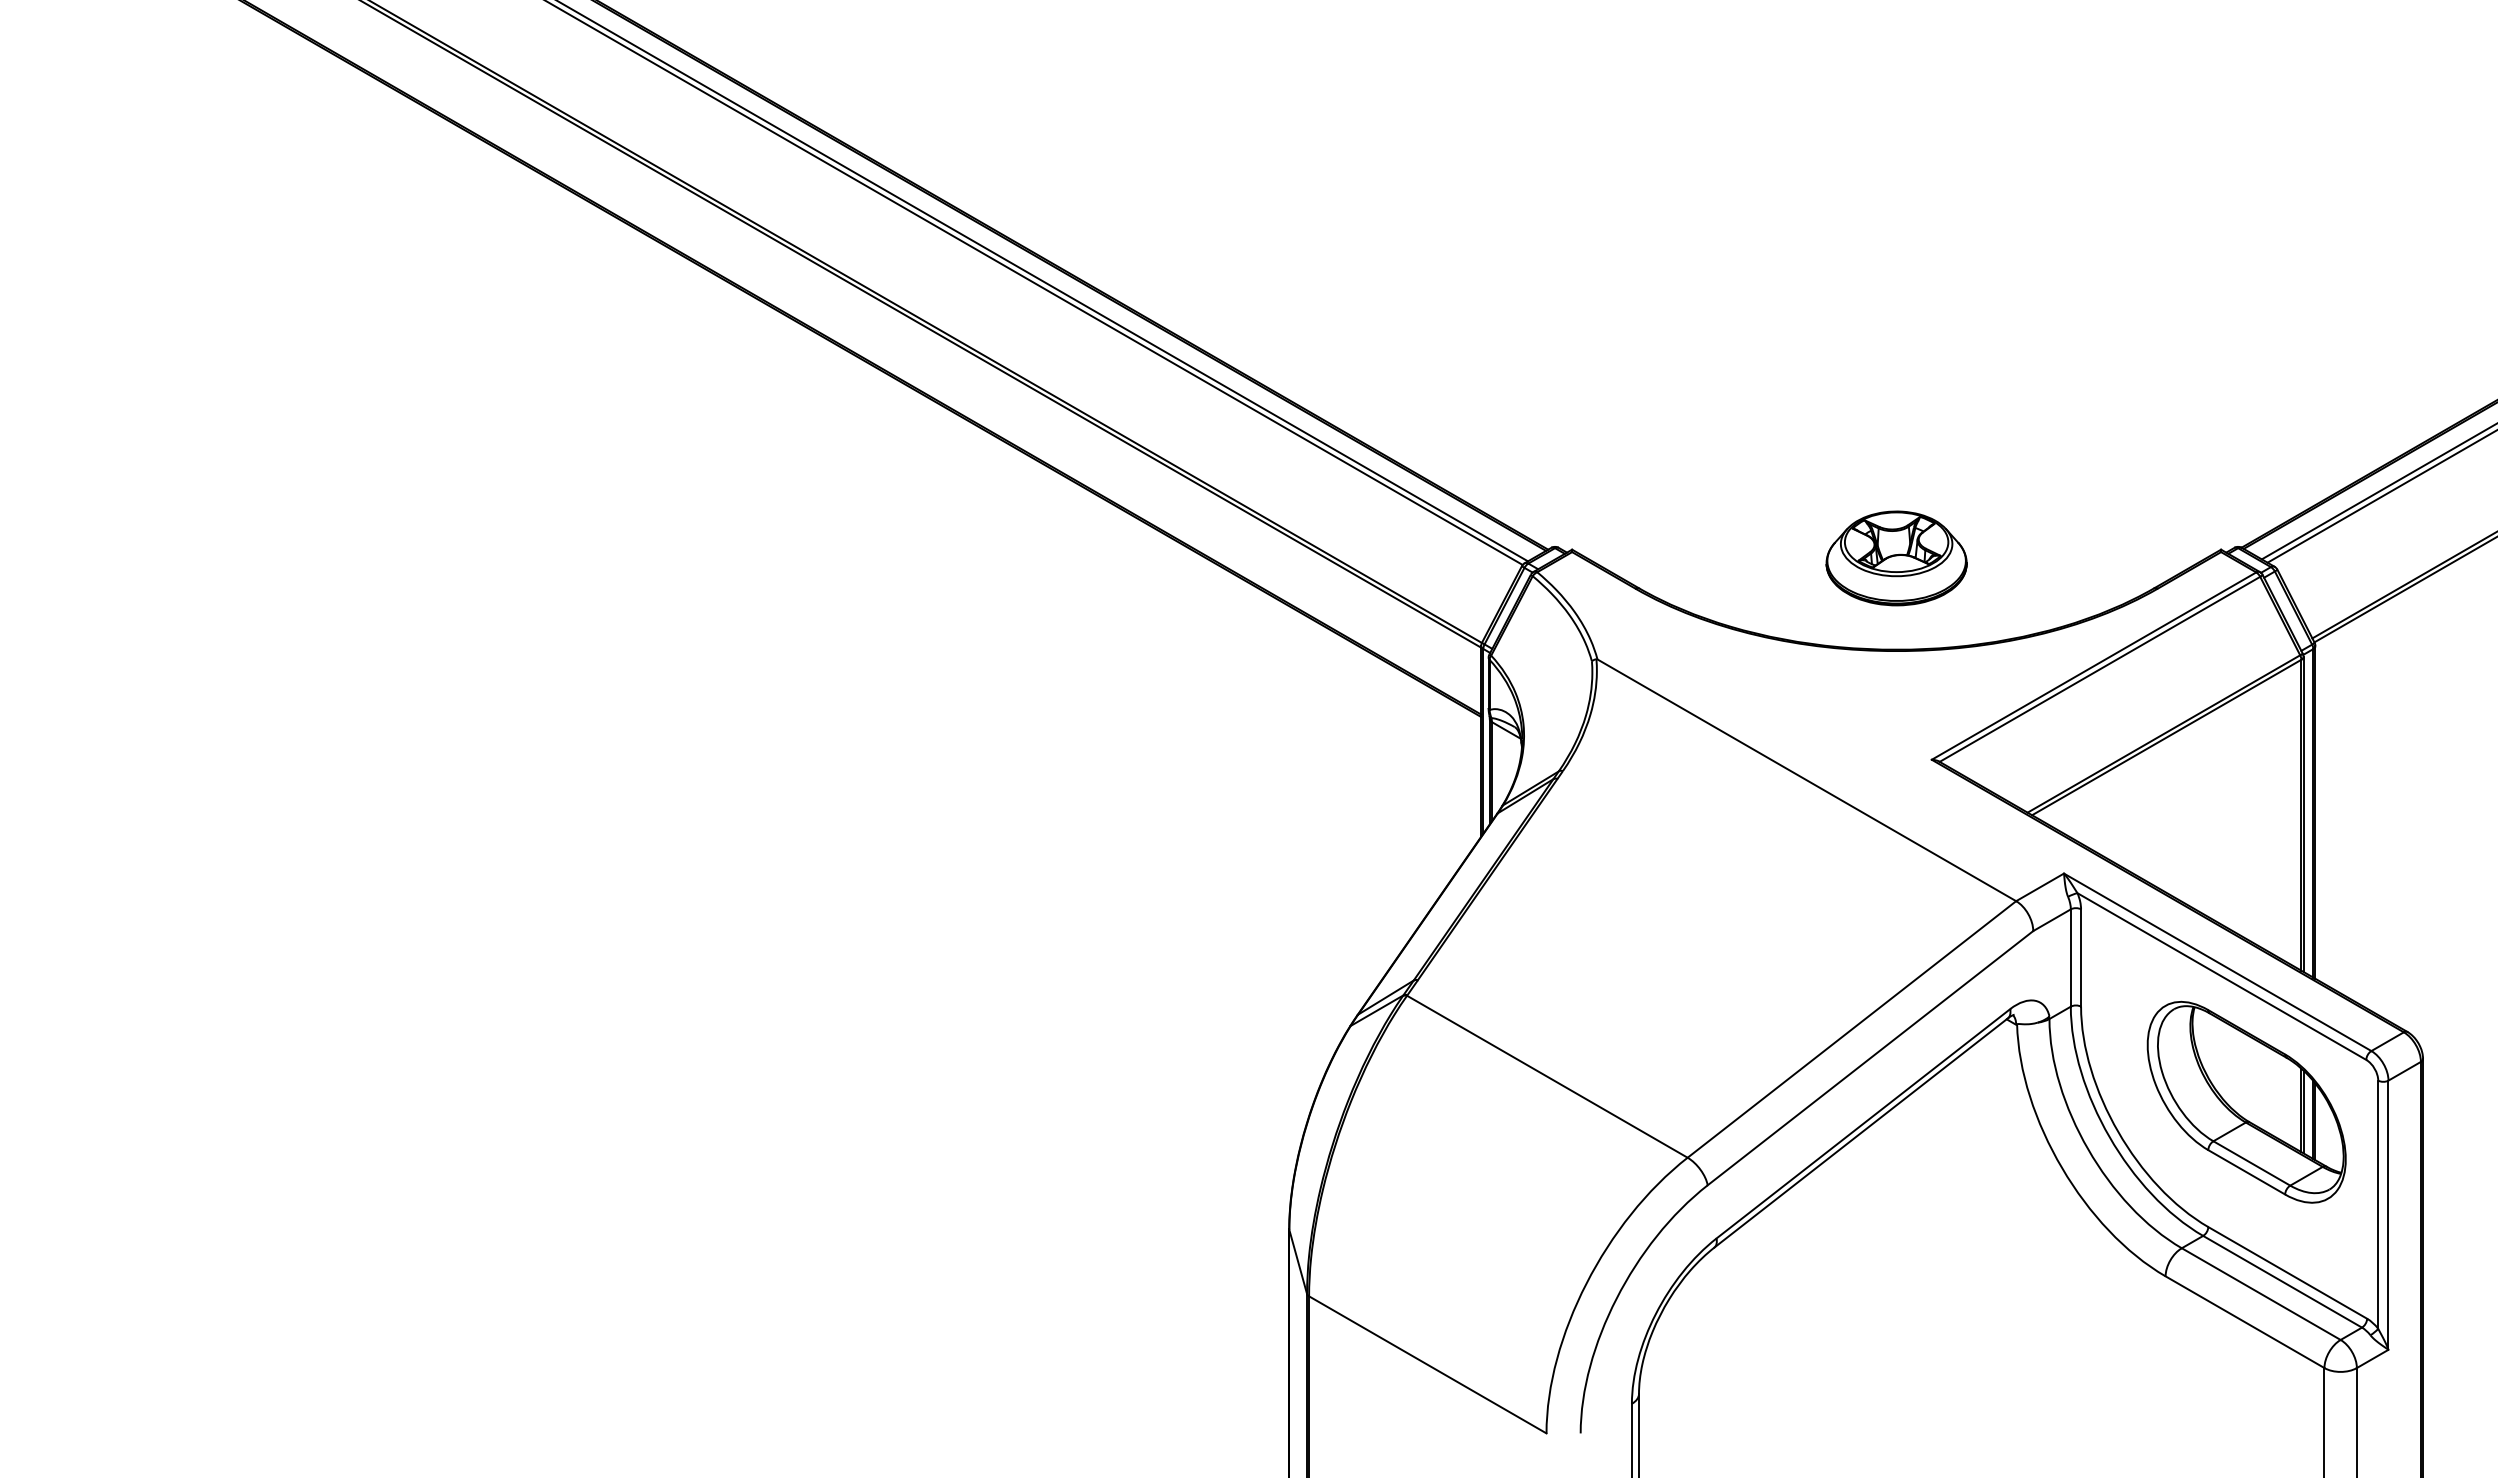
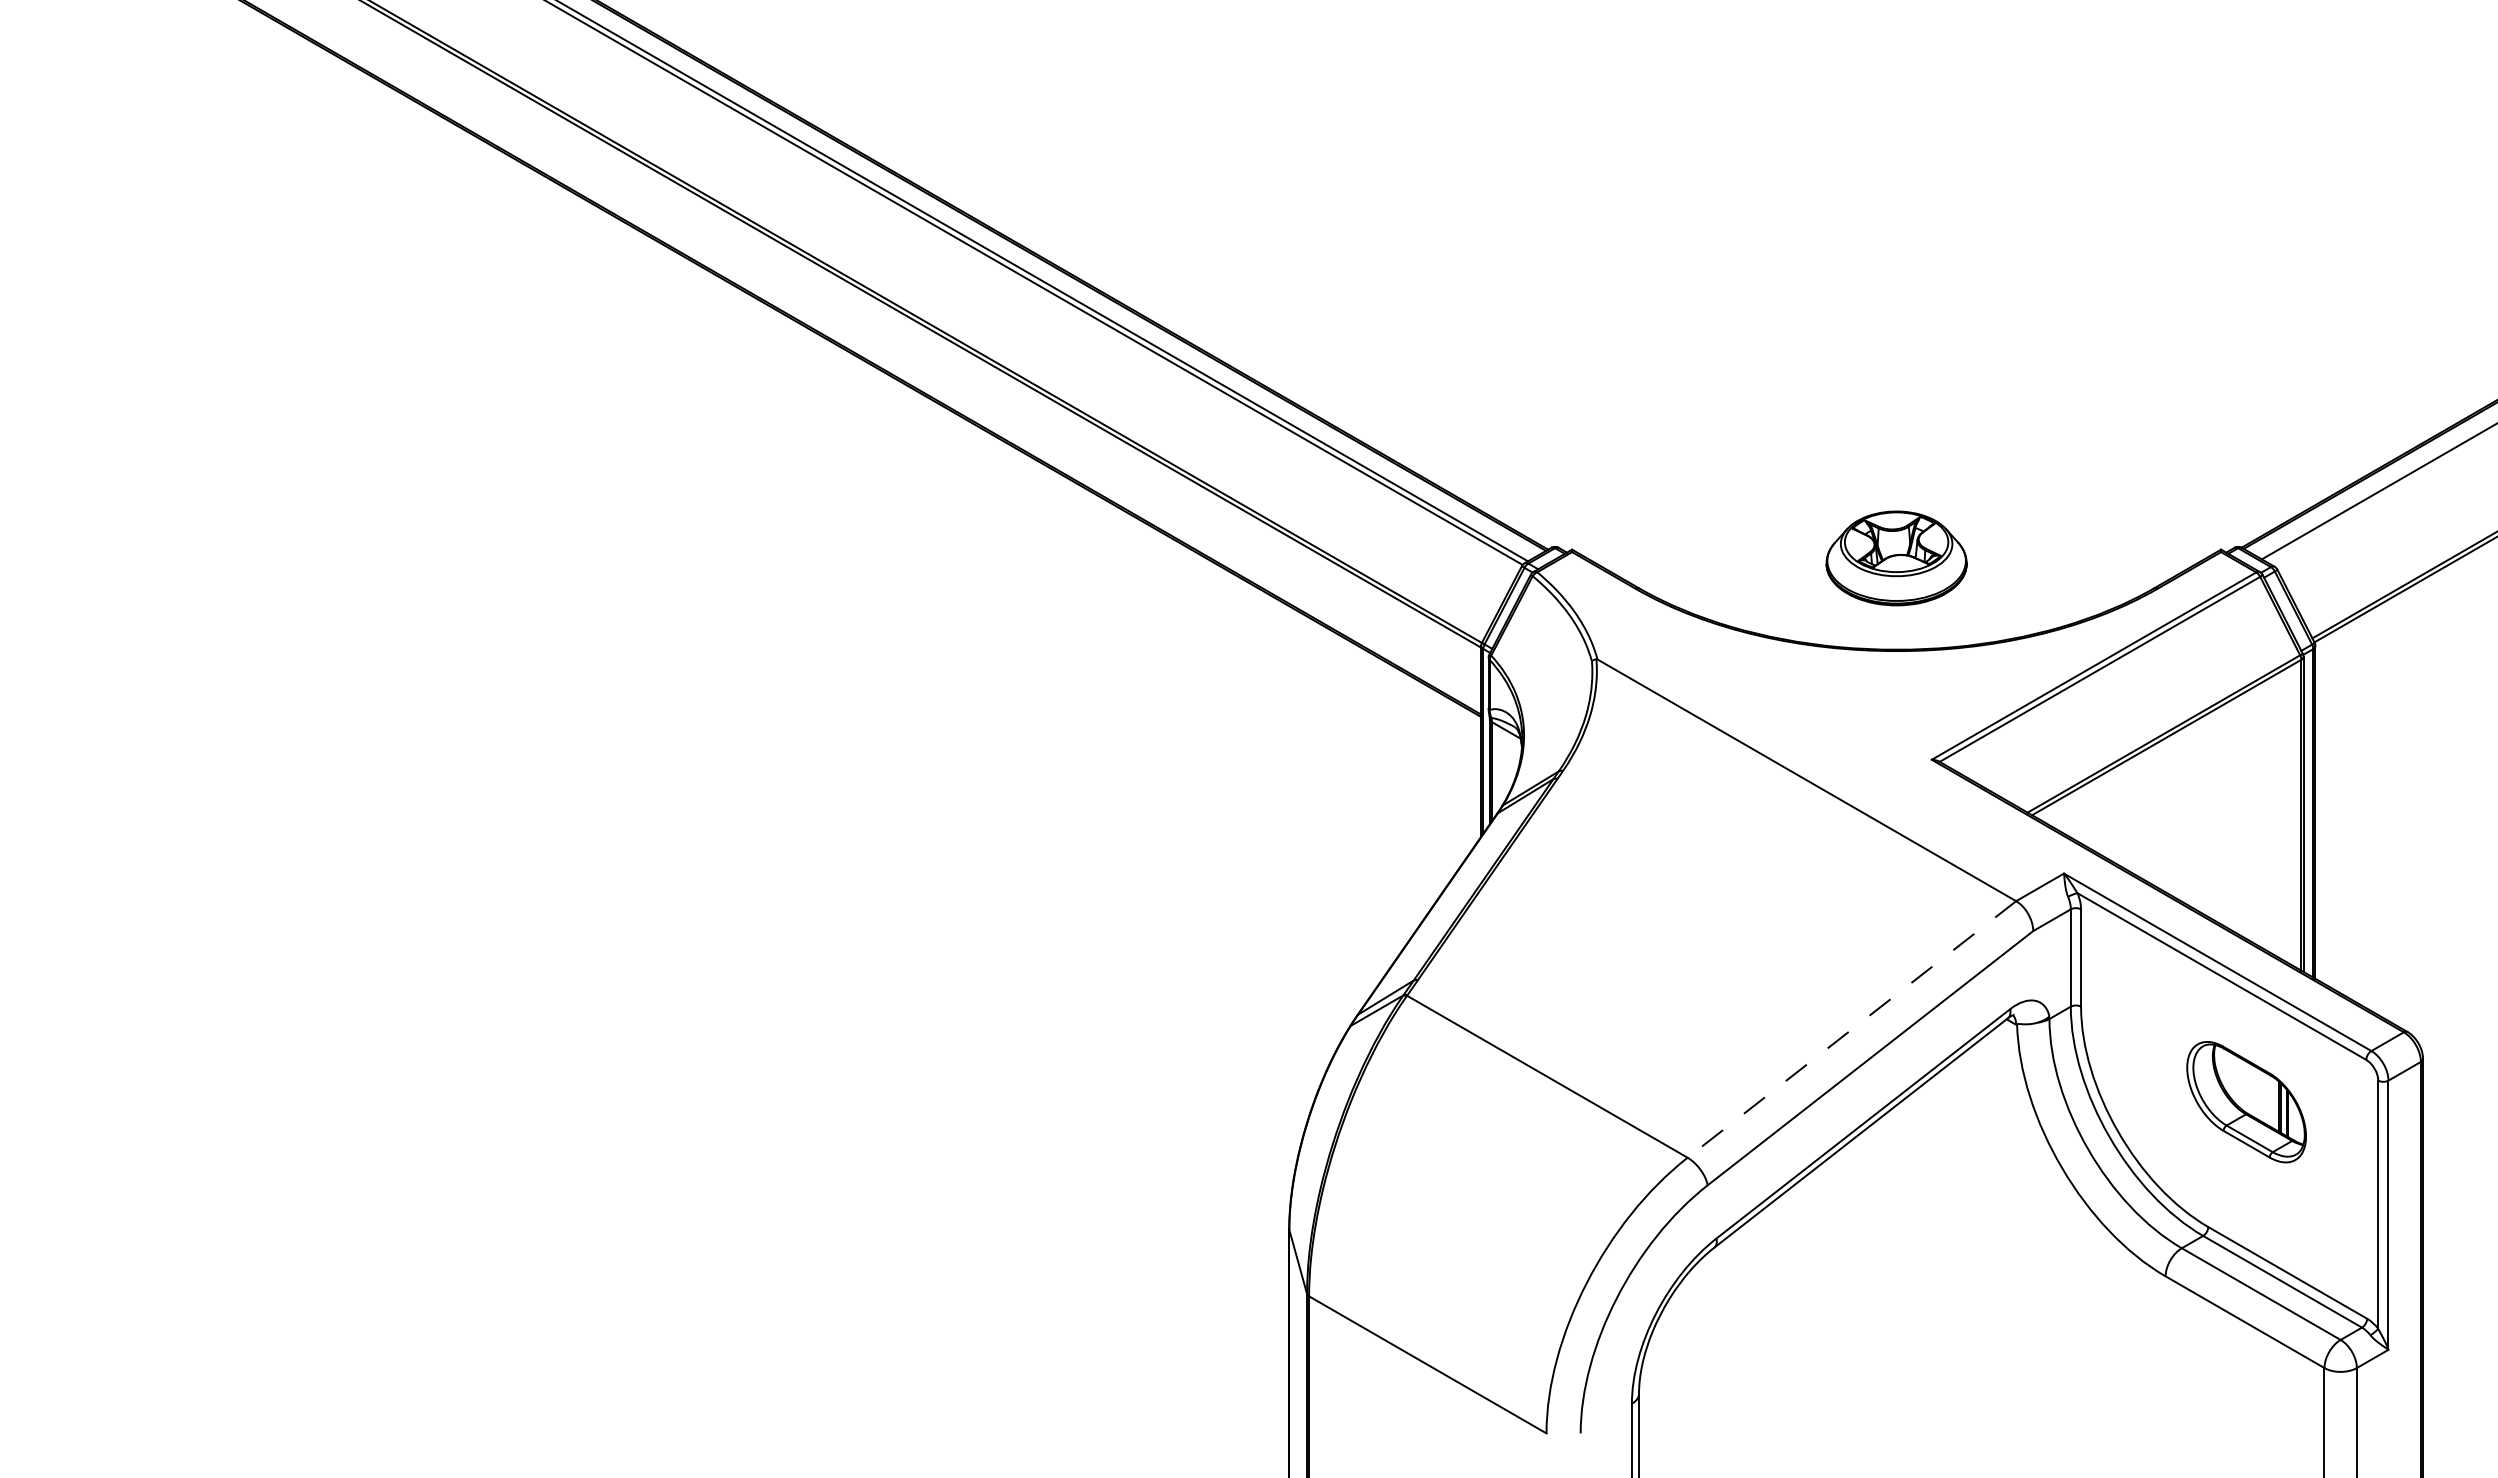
line at (2380, 496): present -> none
line at (1851, 1029): solid -> dashed
part at (2246, 1101) size: 201x204 px -> 121x123 px
